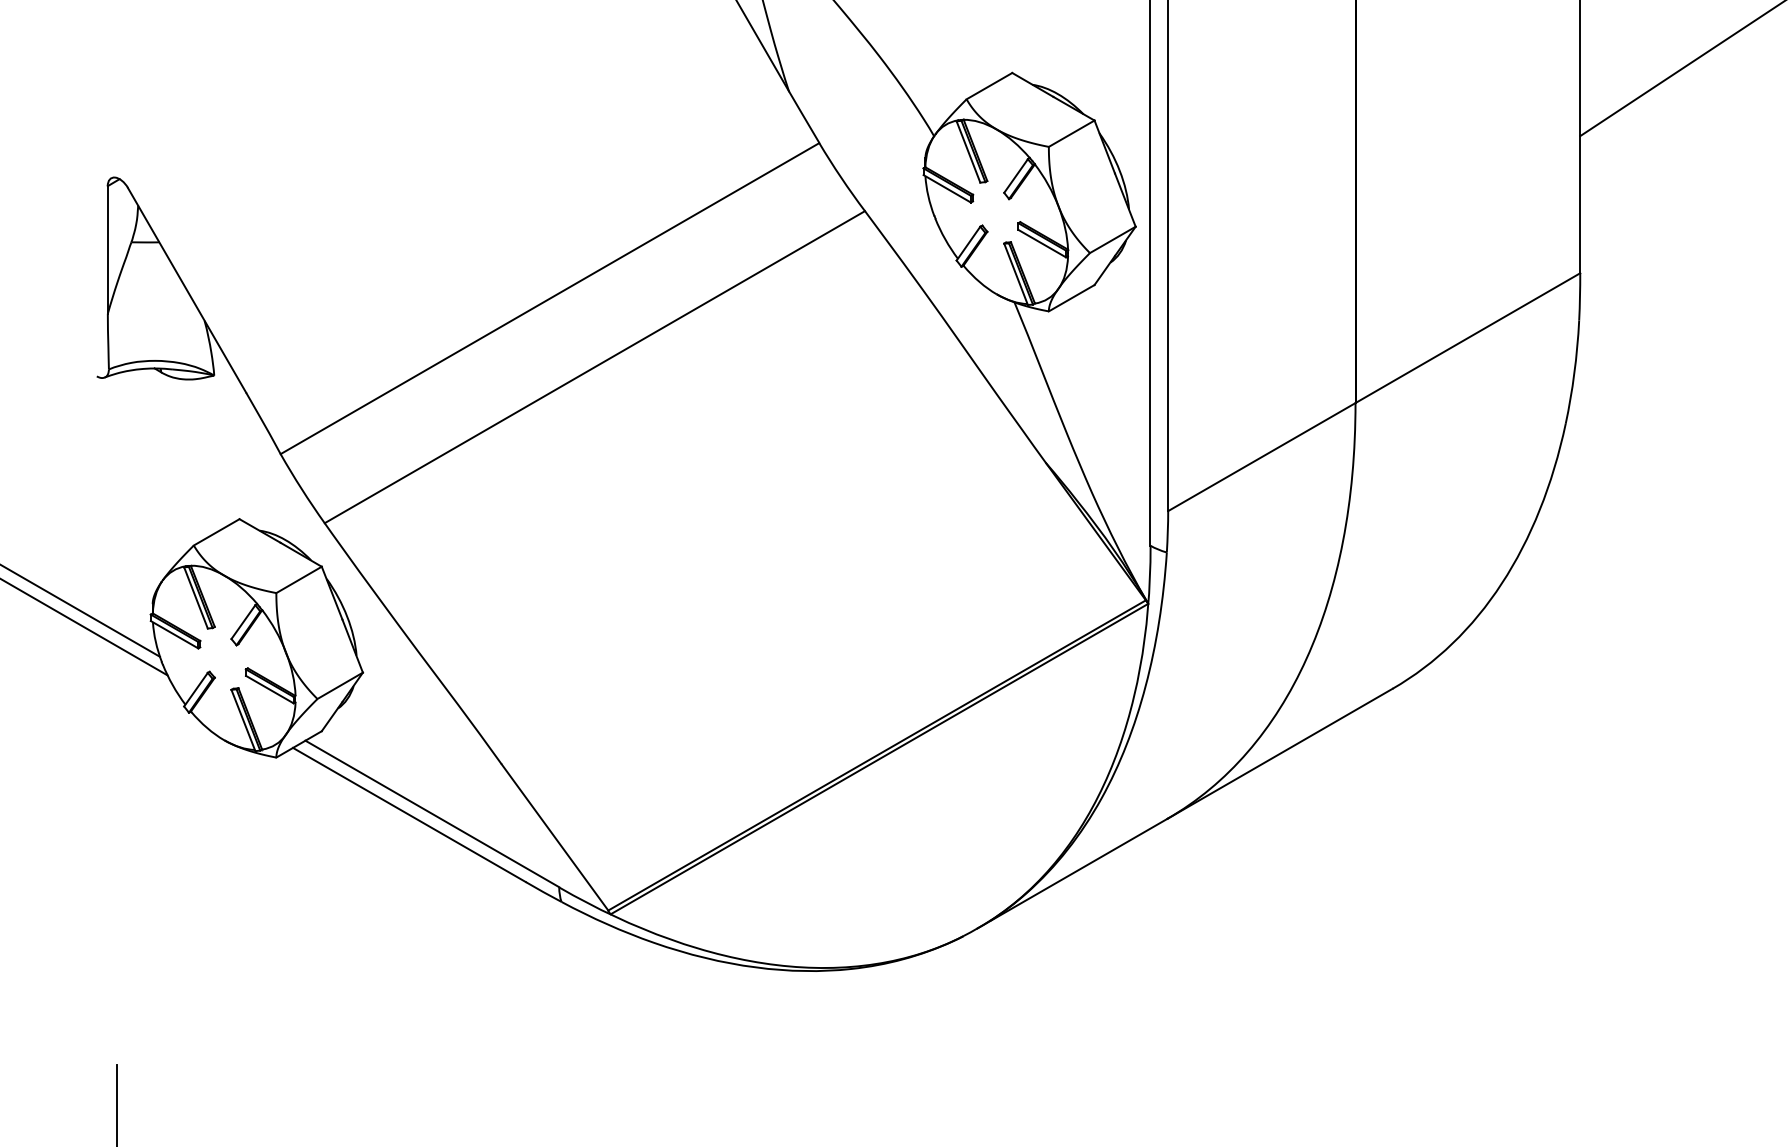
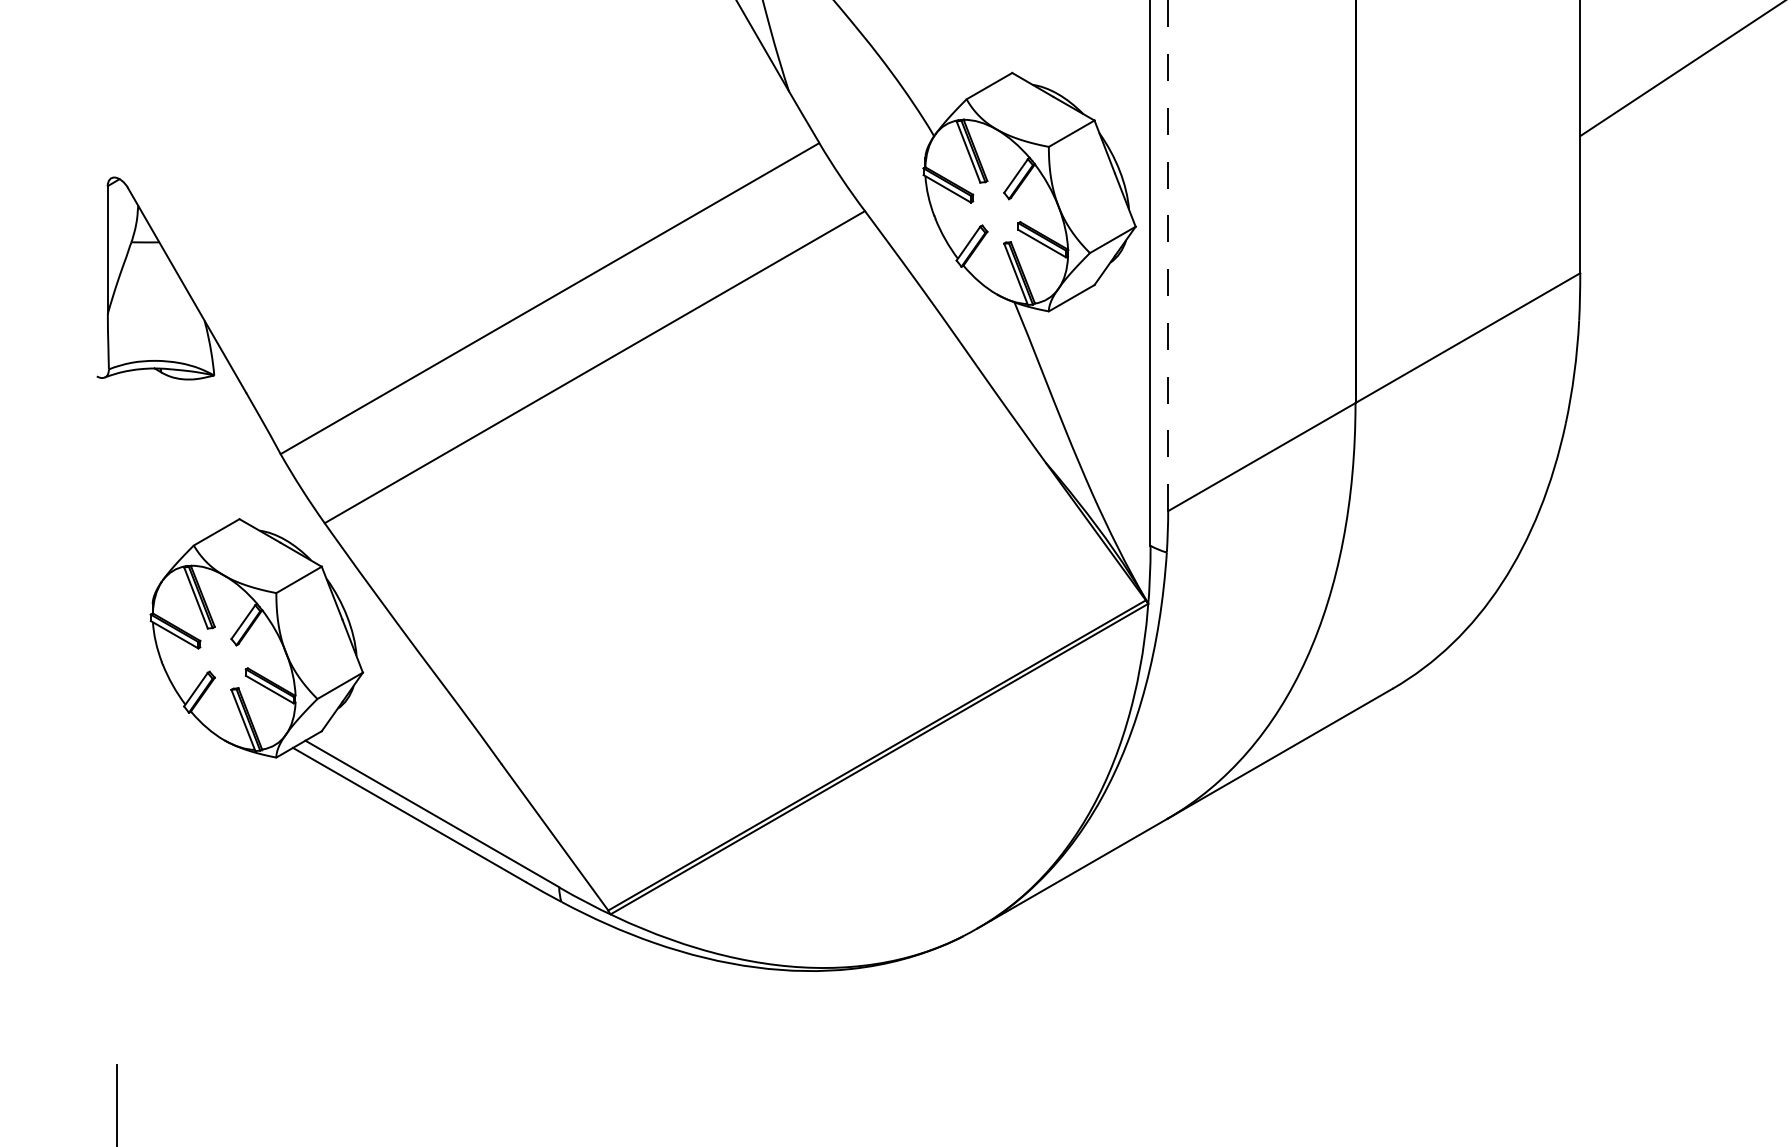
line at (1168, 255): solid -> dashed
line at (80, 610): present -> none
line at (84, 627): present -> none
